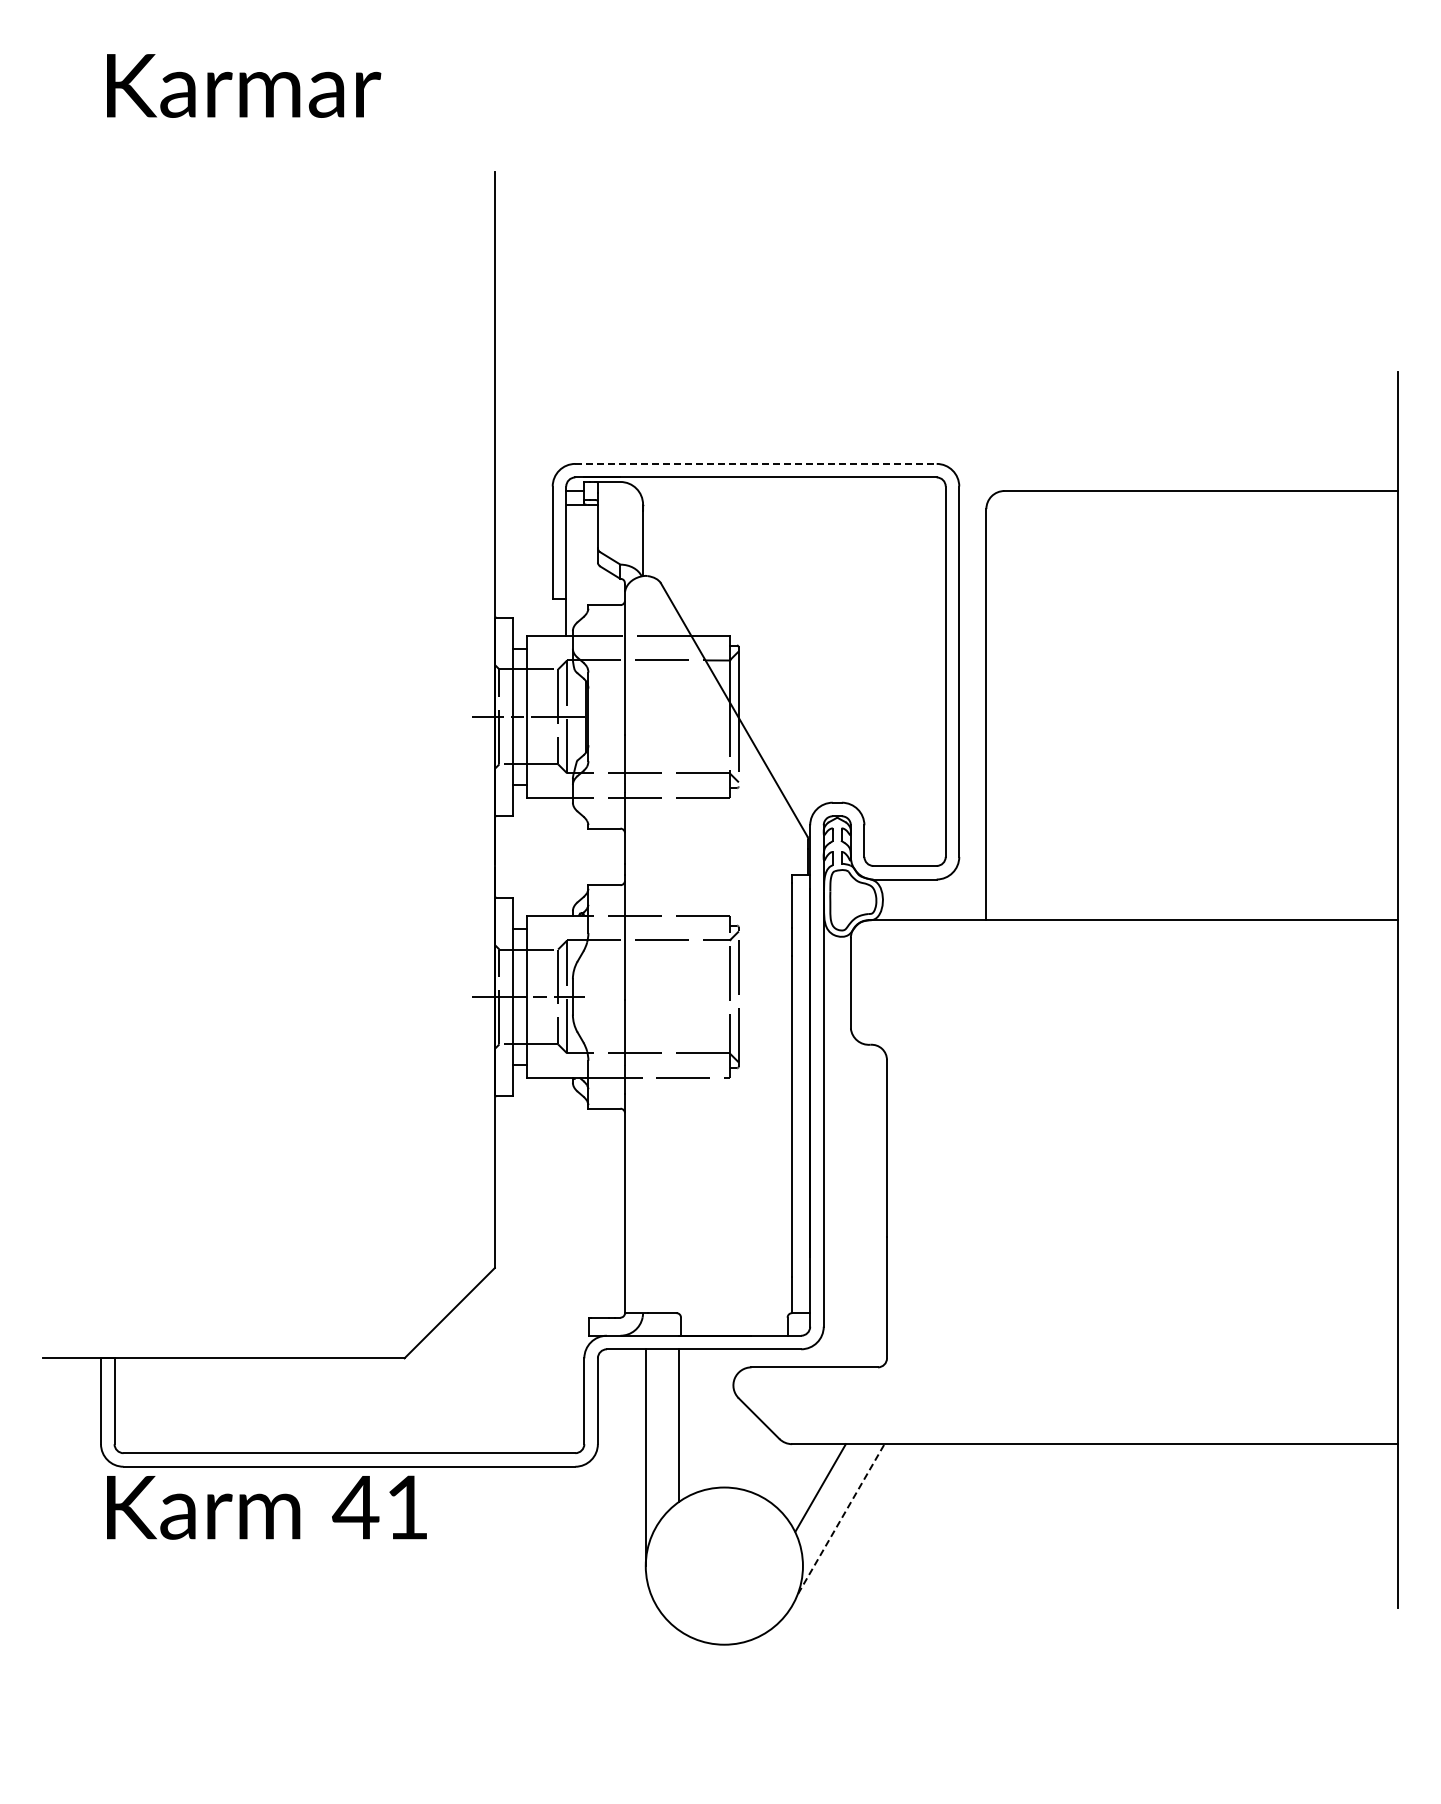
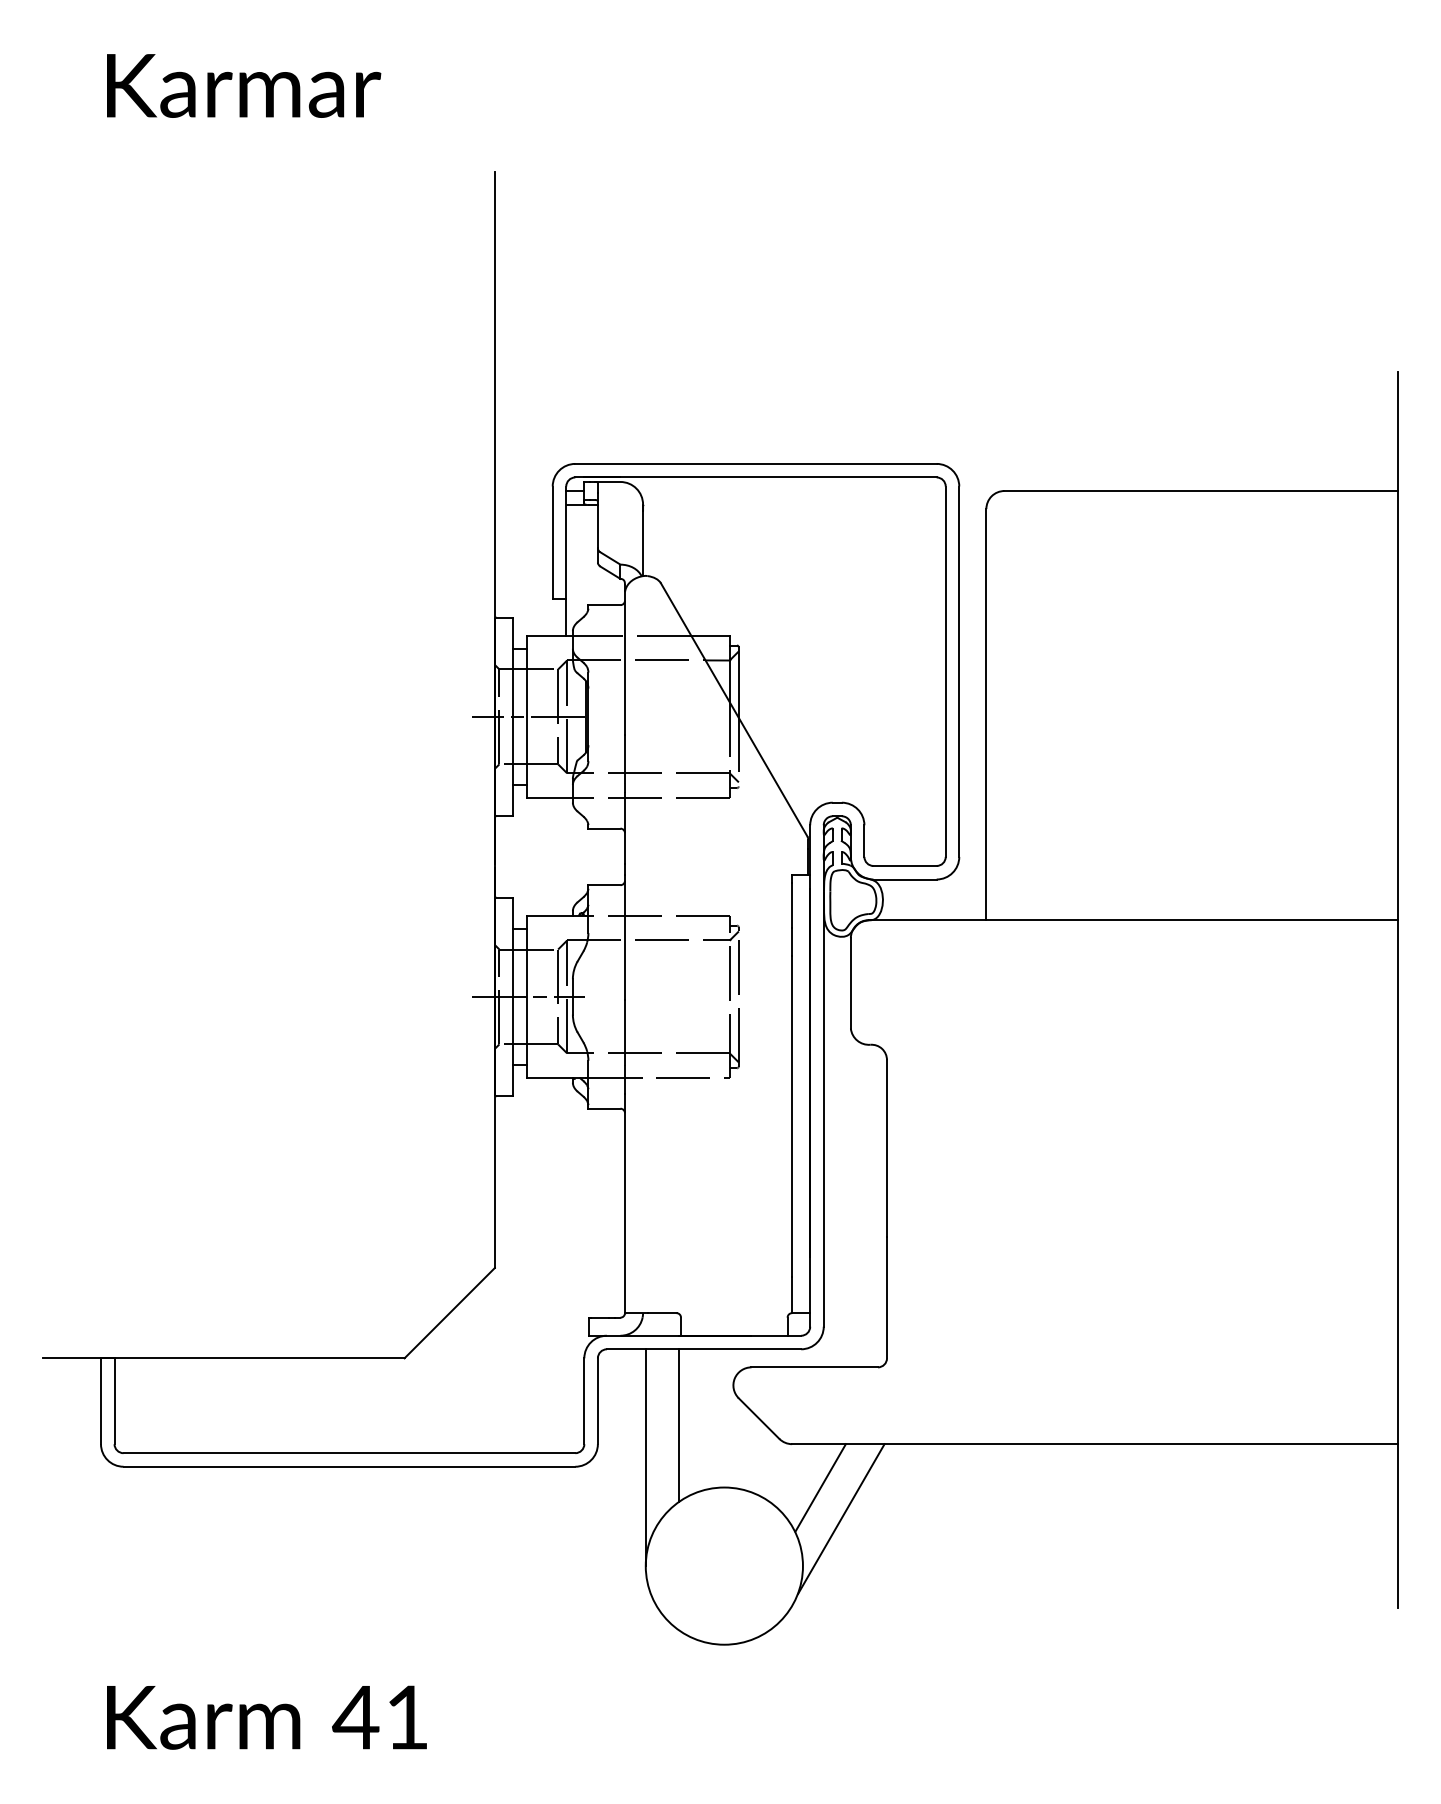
line at (756, 463): dashed -> solid
text at (266, 1507) position: (266, 1507) -> (266, 1717)
line at (841, 1518): dashed -> solid
